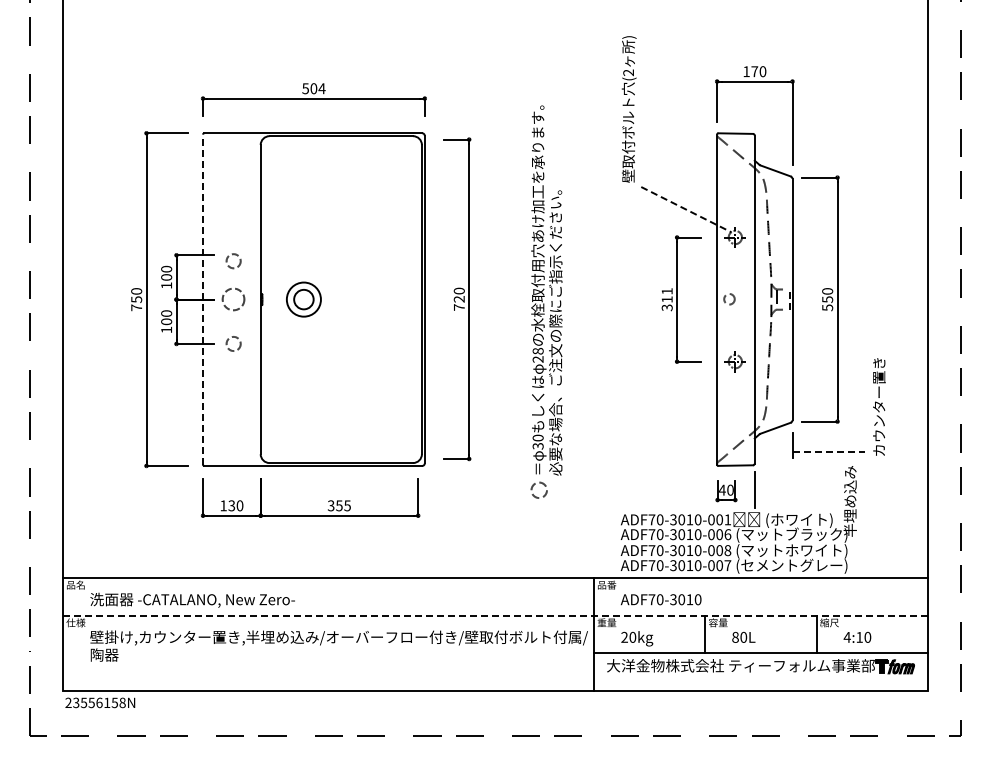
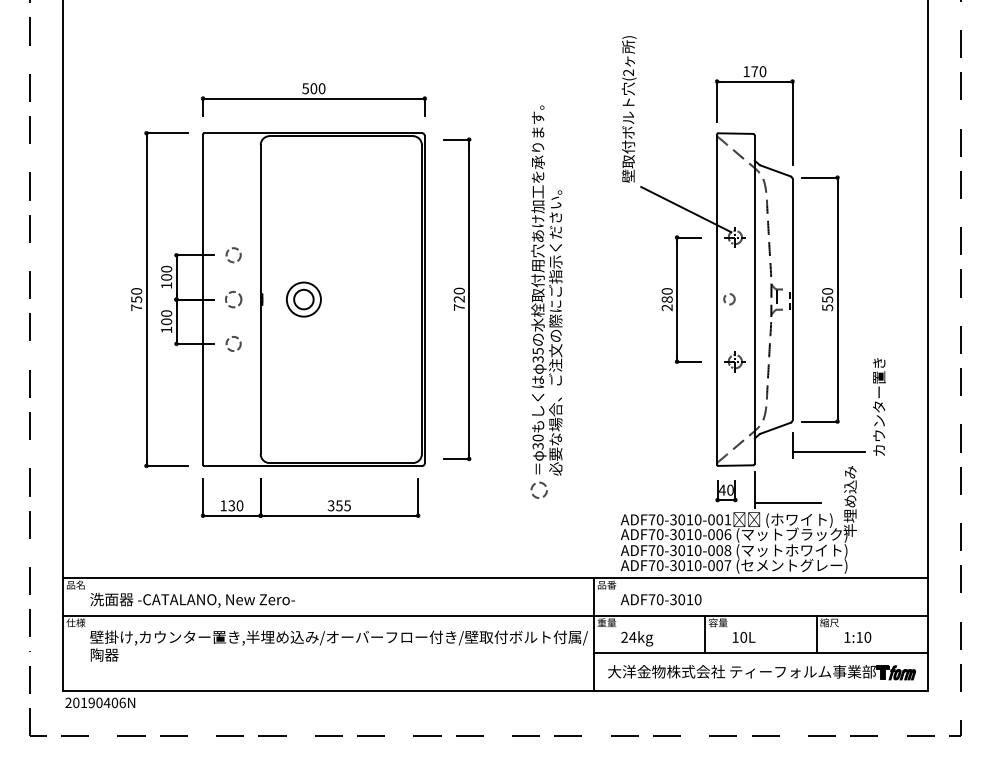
text at (321, 88): 504 -> 500
line at (686, 209): dashed -> solid
circle at (233, 261) position: (233, 261) -> (233, 255)
line at (203, 299): dashed -> solid
circle at (233, 299) size: 25x25 px -> 18x18 px
text at (666, 299): 311 -> 280
text at (537, 355): 28 -> 35
line at (829, 452): dashed -> solid
line at (787, 502): none -> present
line at (495, 615): dashed -> solid
text at (632, 636): 20kg -> 24kg
text at (735, 636): 80L -> 10L
text at (846, 637): 4:10 -> 1:10
part at (760, 666) position: (760, 666) -> (761, 672)
text at (99, 702): 23556158N -> 20190406N
